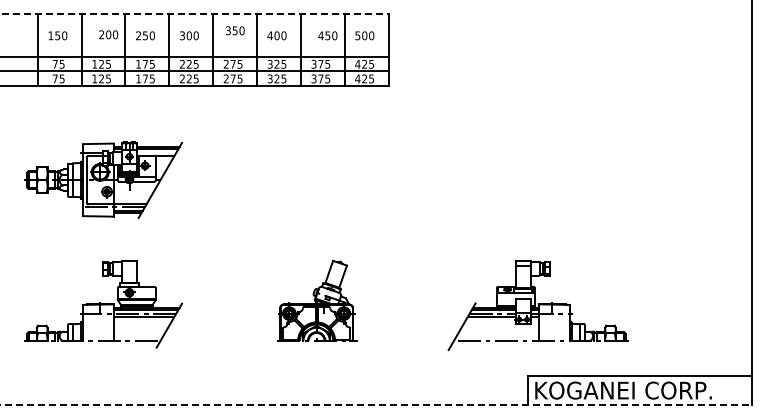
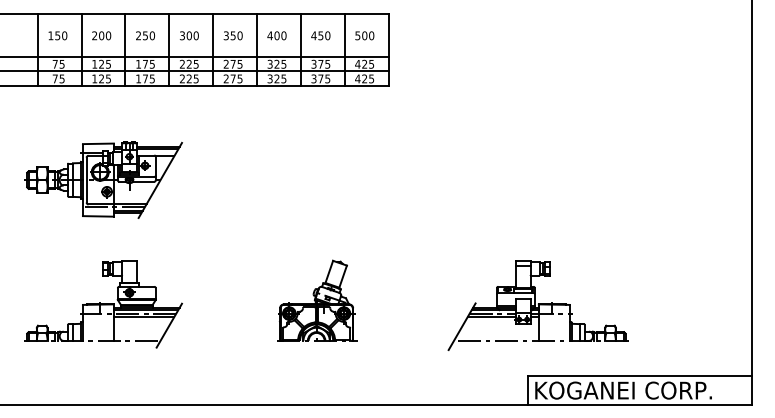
line at (194, 14): dashed -> solid
text at (234, 30) position: (234, 30) -> (232, 35)
text at (108, 34) position: (108, 34) -> (101, 35)
text at (327, 35) position: (327, 35) -> (320, 35)
line at (376, 405): dashed -> solid
